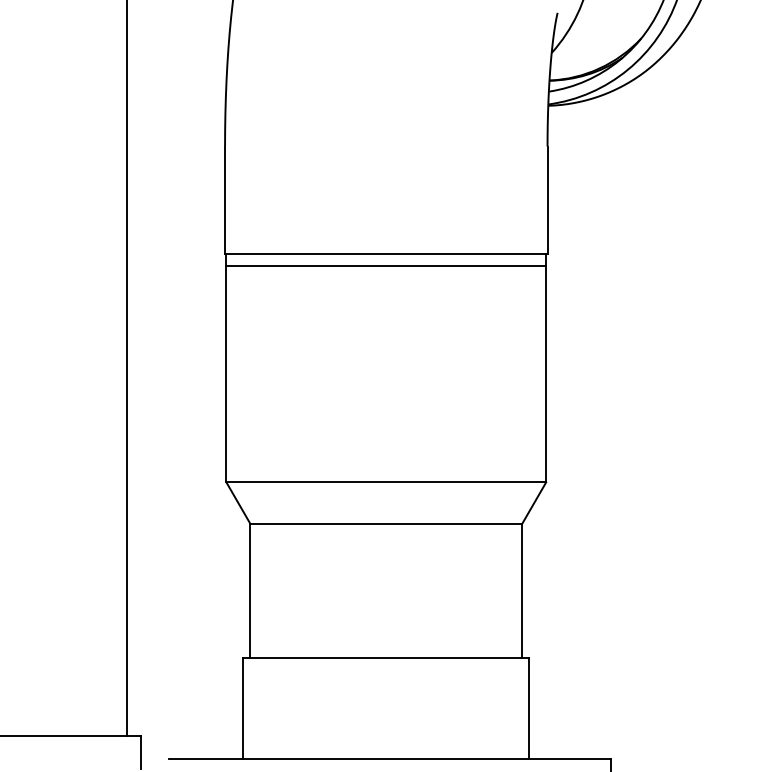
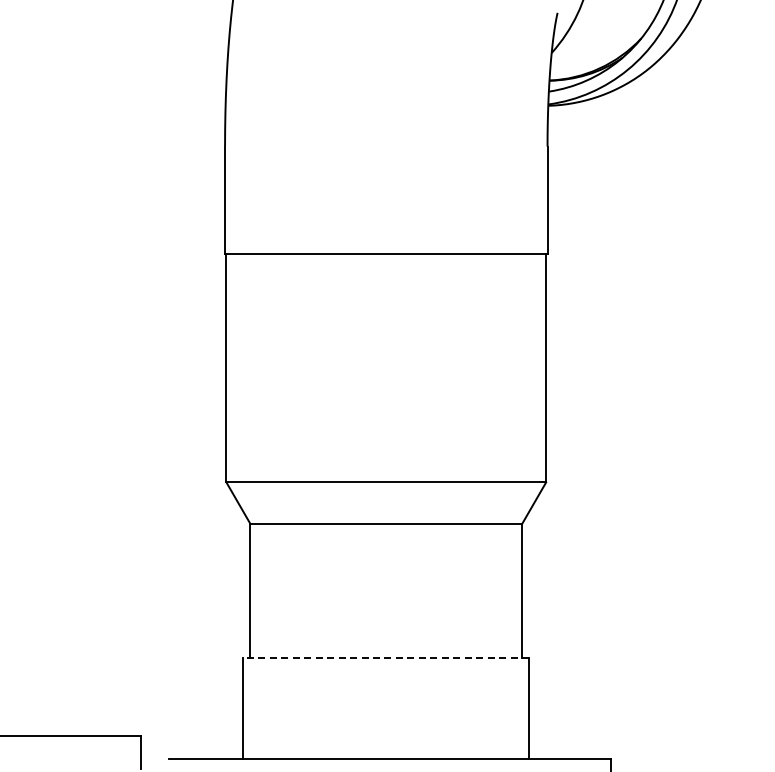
line at (386, 265): present -> none
line at (126, 368): present -> none
line at (385, 658): solid -> dashed
